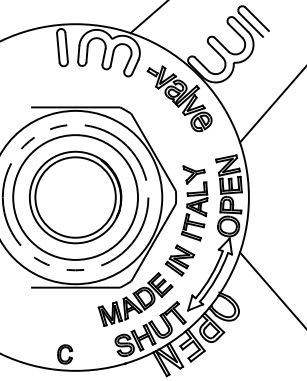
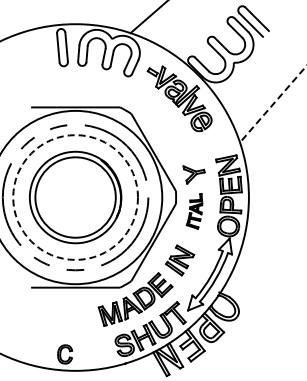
line at (273, 104): solid -> dashed
circle at (75, 197): solid -> dashed
part at (194, 211) size: 29x61 px -> 19x37 px
line at (271, 289): present -> none
